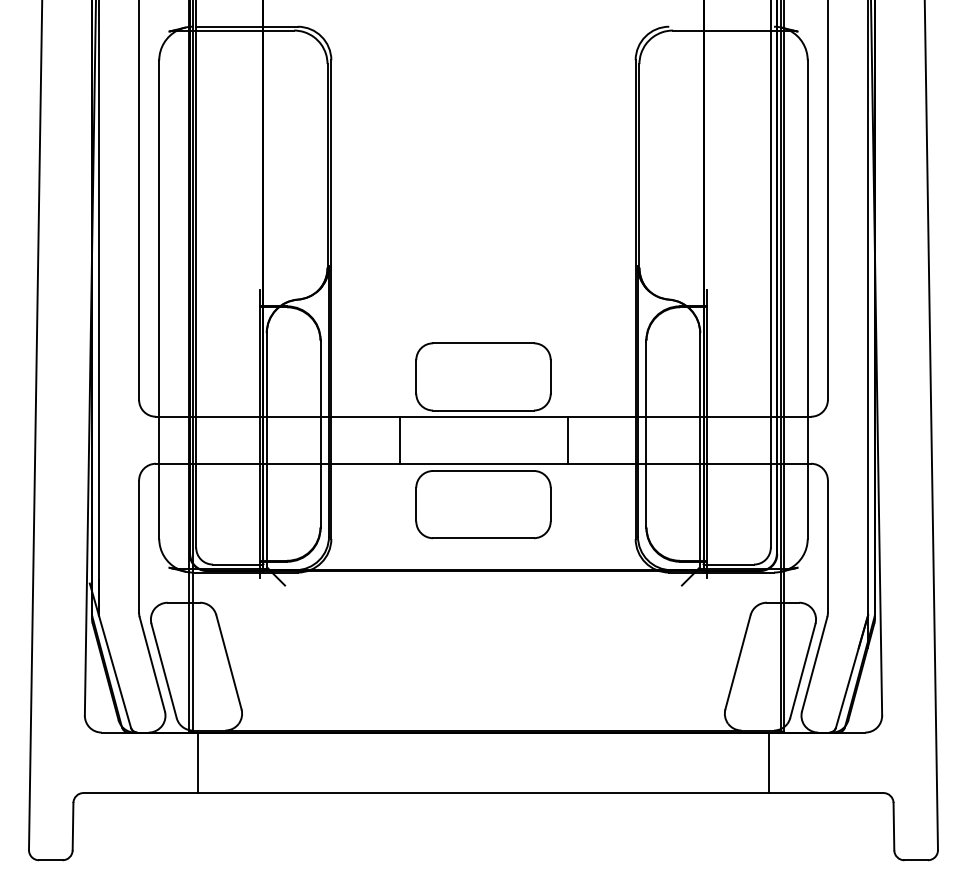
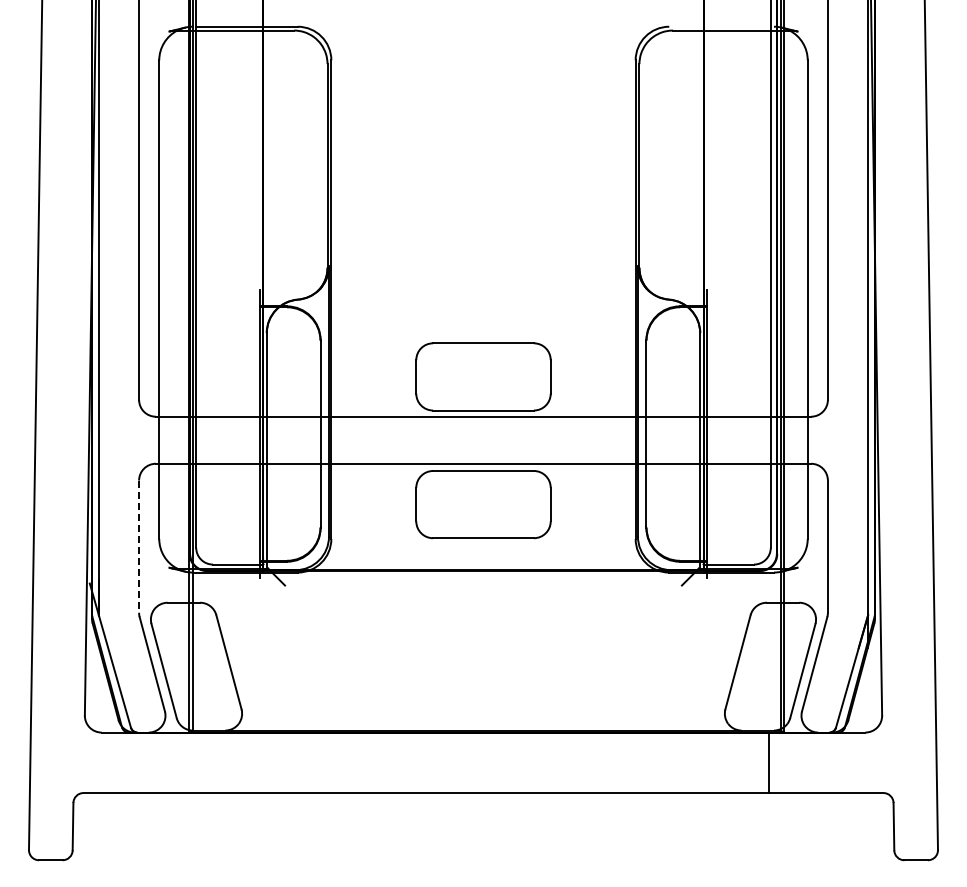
line at (399, 439): present -> none
line at (567, 439): present -> none
line at (139, 547): solid -> dashed
line at (197, 762): present -> none
